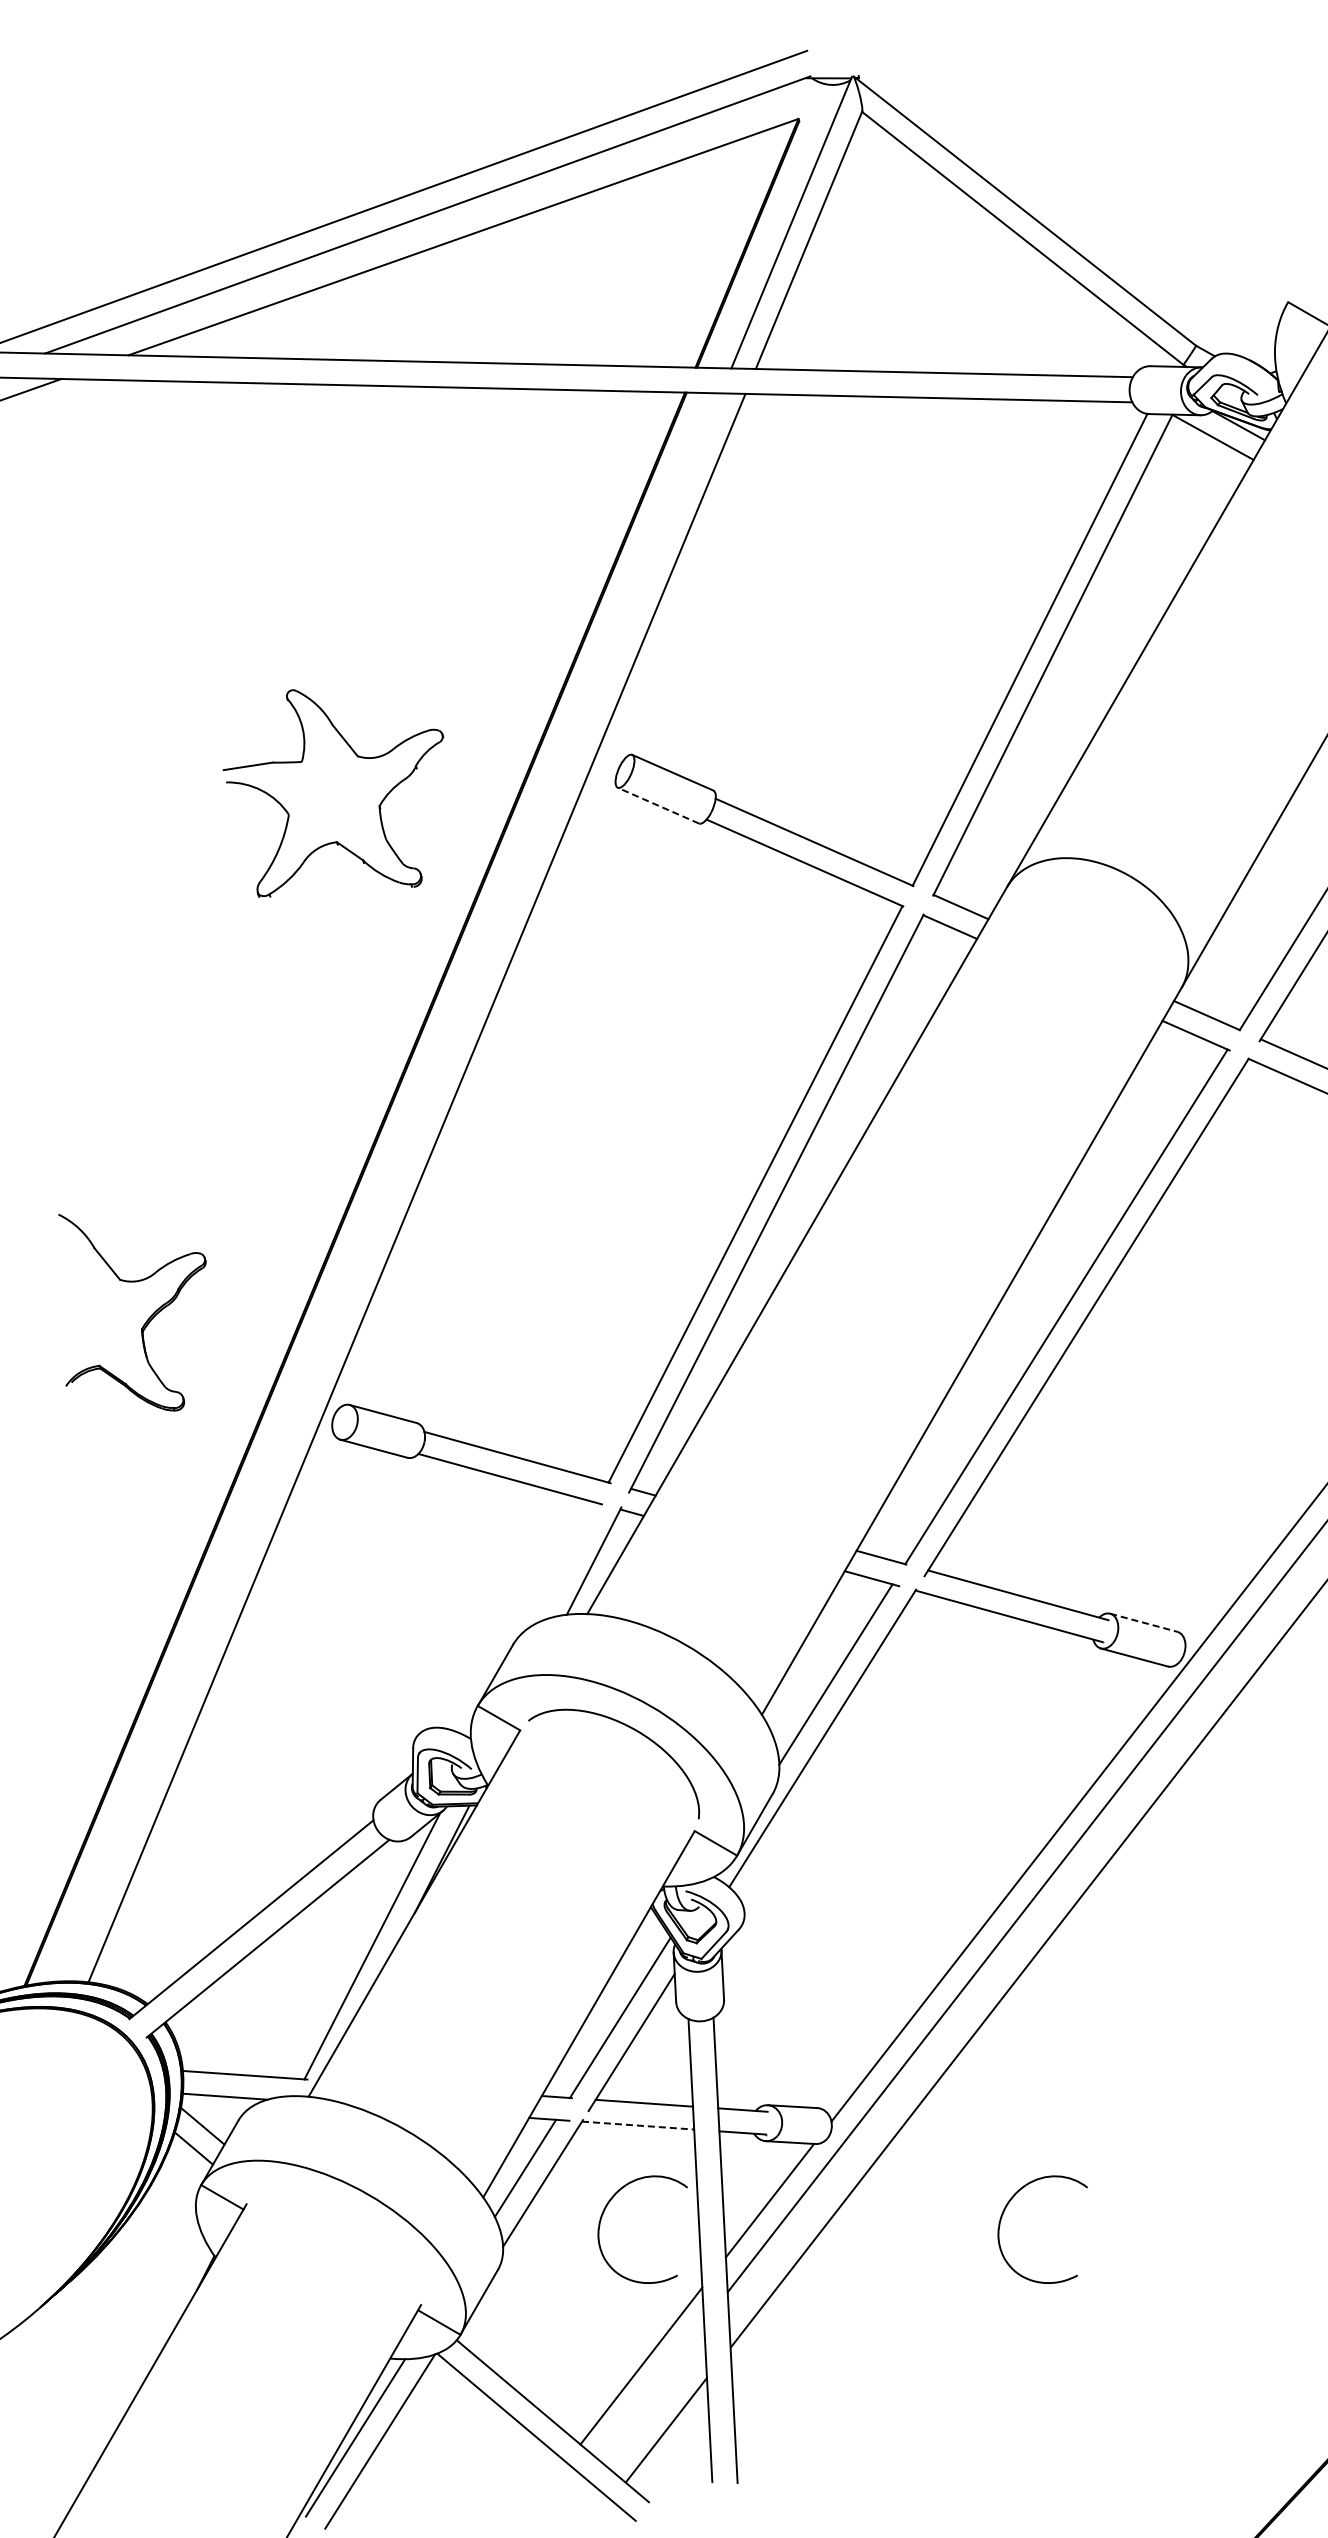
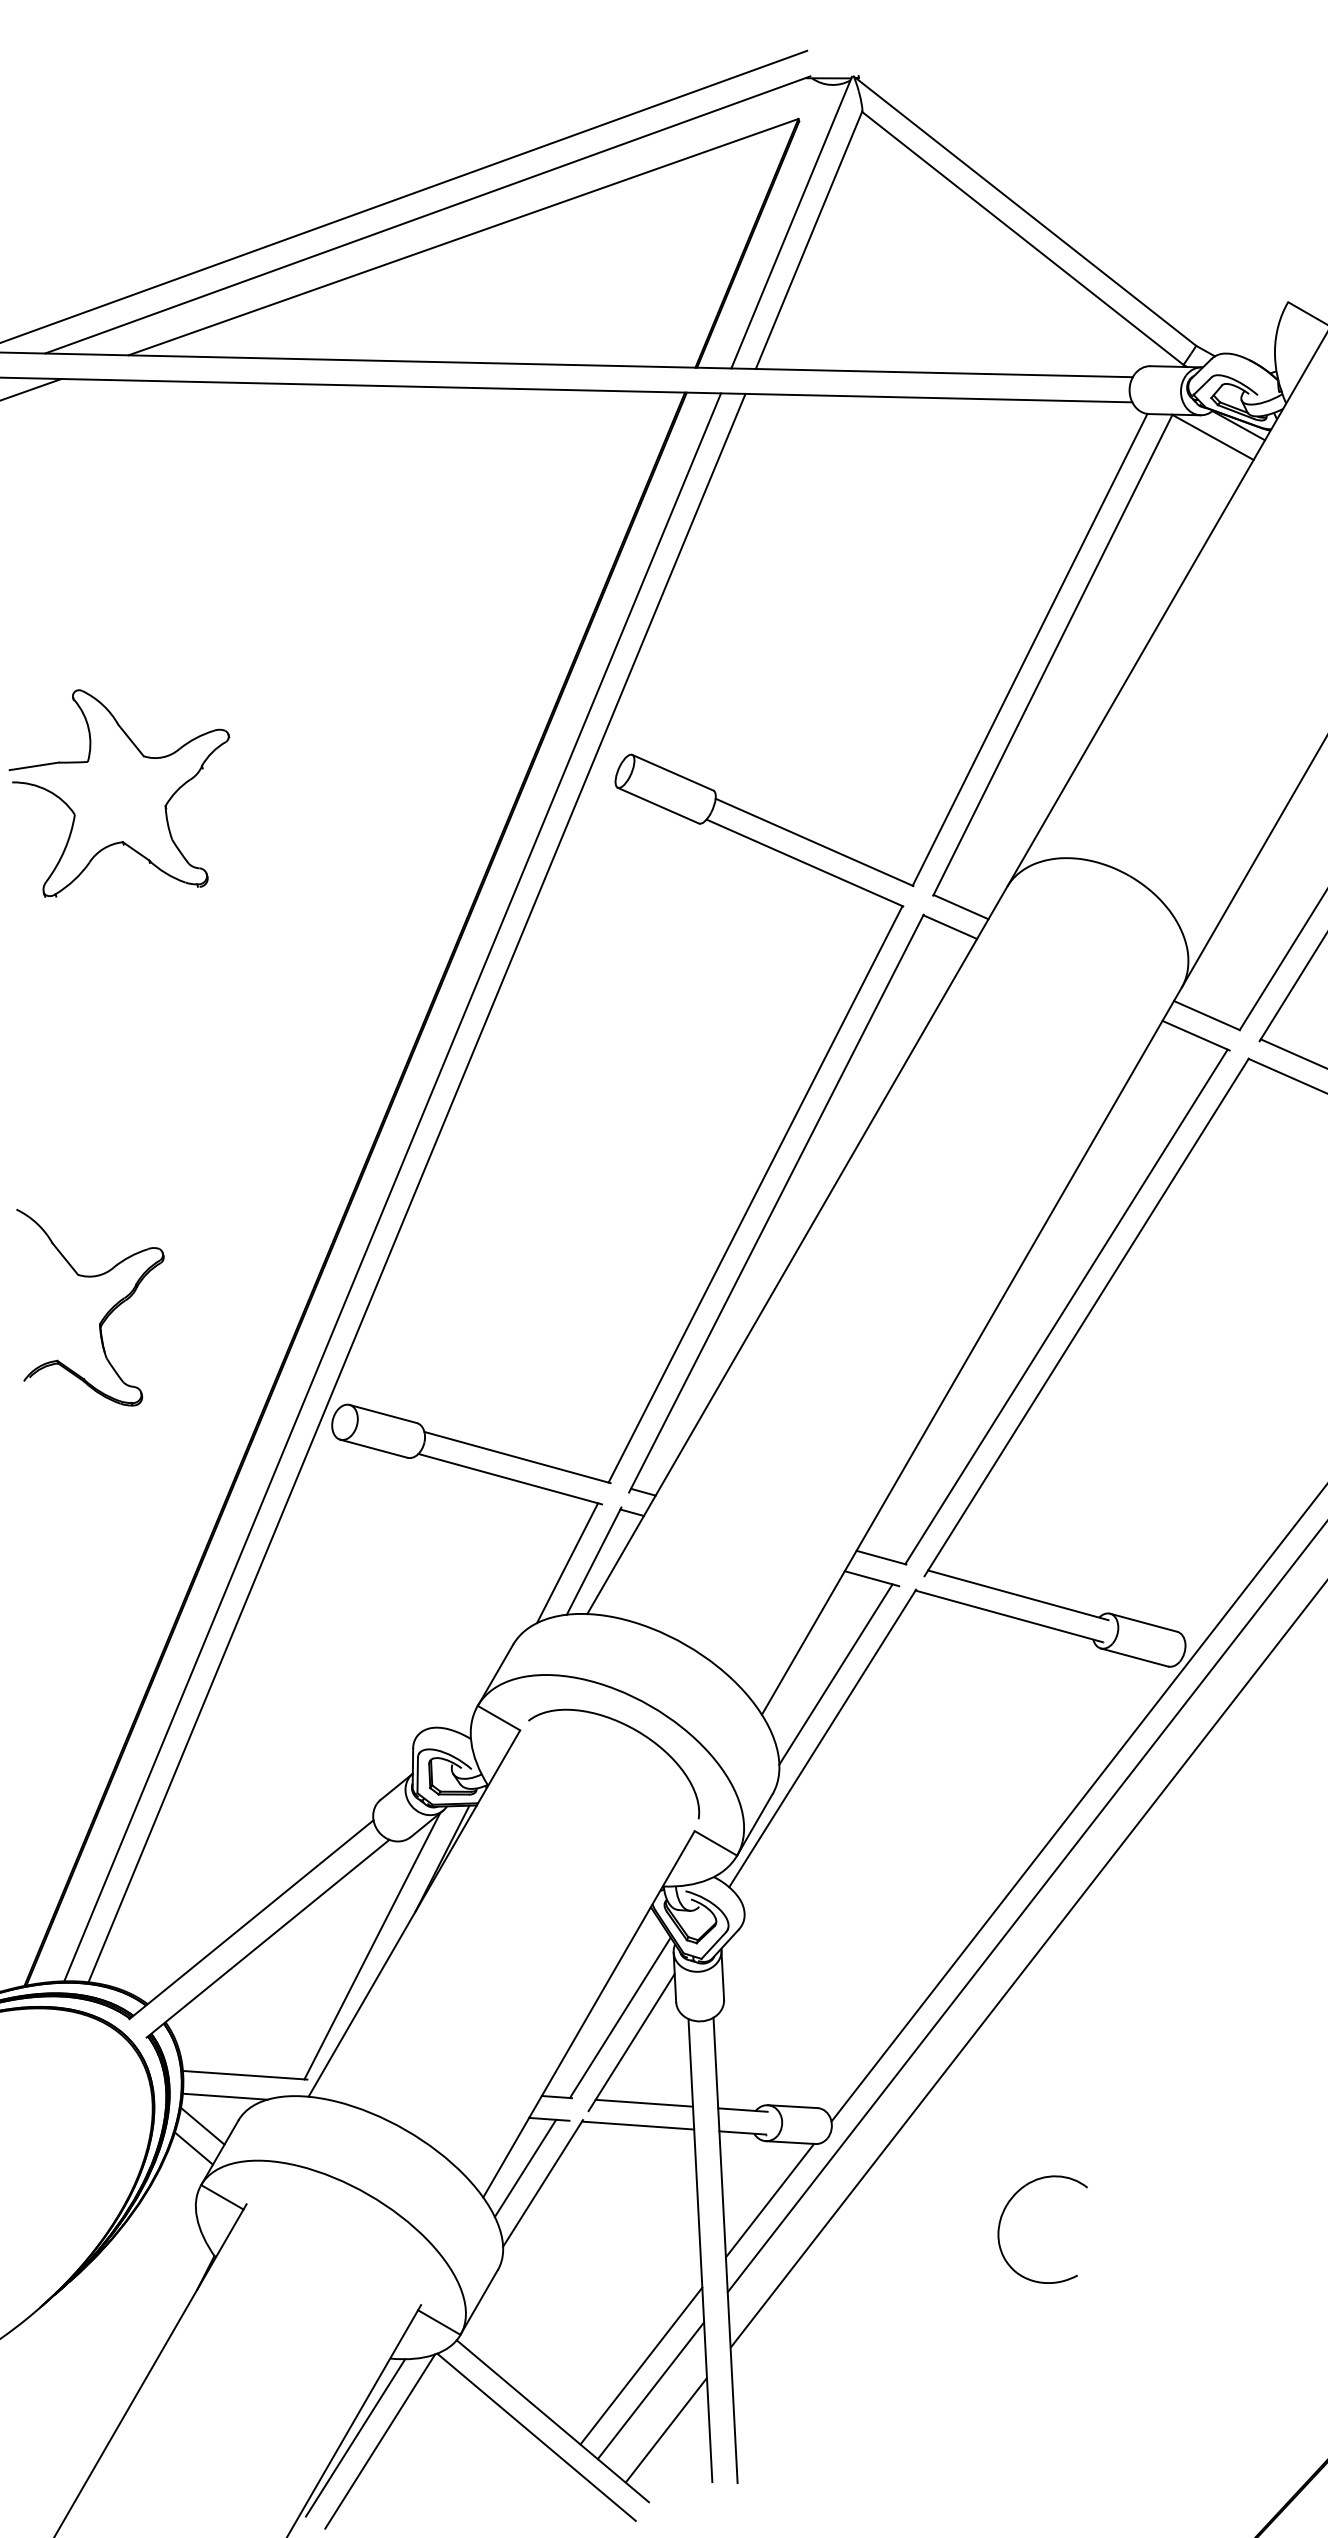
part at (357, 757) position: (357, 757) -> (143, 757)
line at (657, 805): dashed -> solid
line at (392, 1187): none -> present
part at (146, 1320) position: (146, 1320) -> (104, 1315)
line at (567, 1563): none -> present
line at (1143, 1622): dashed -> solid
line at (638, 2125): dashed -> solid
part at (605, 2210): present -> none
line at (650, 2390): none -> present
